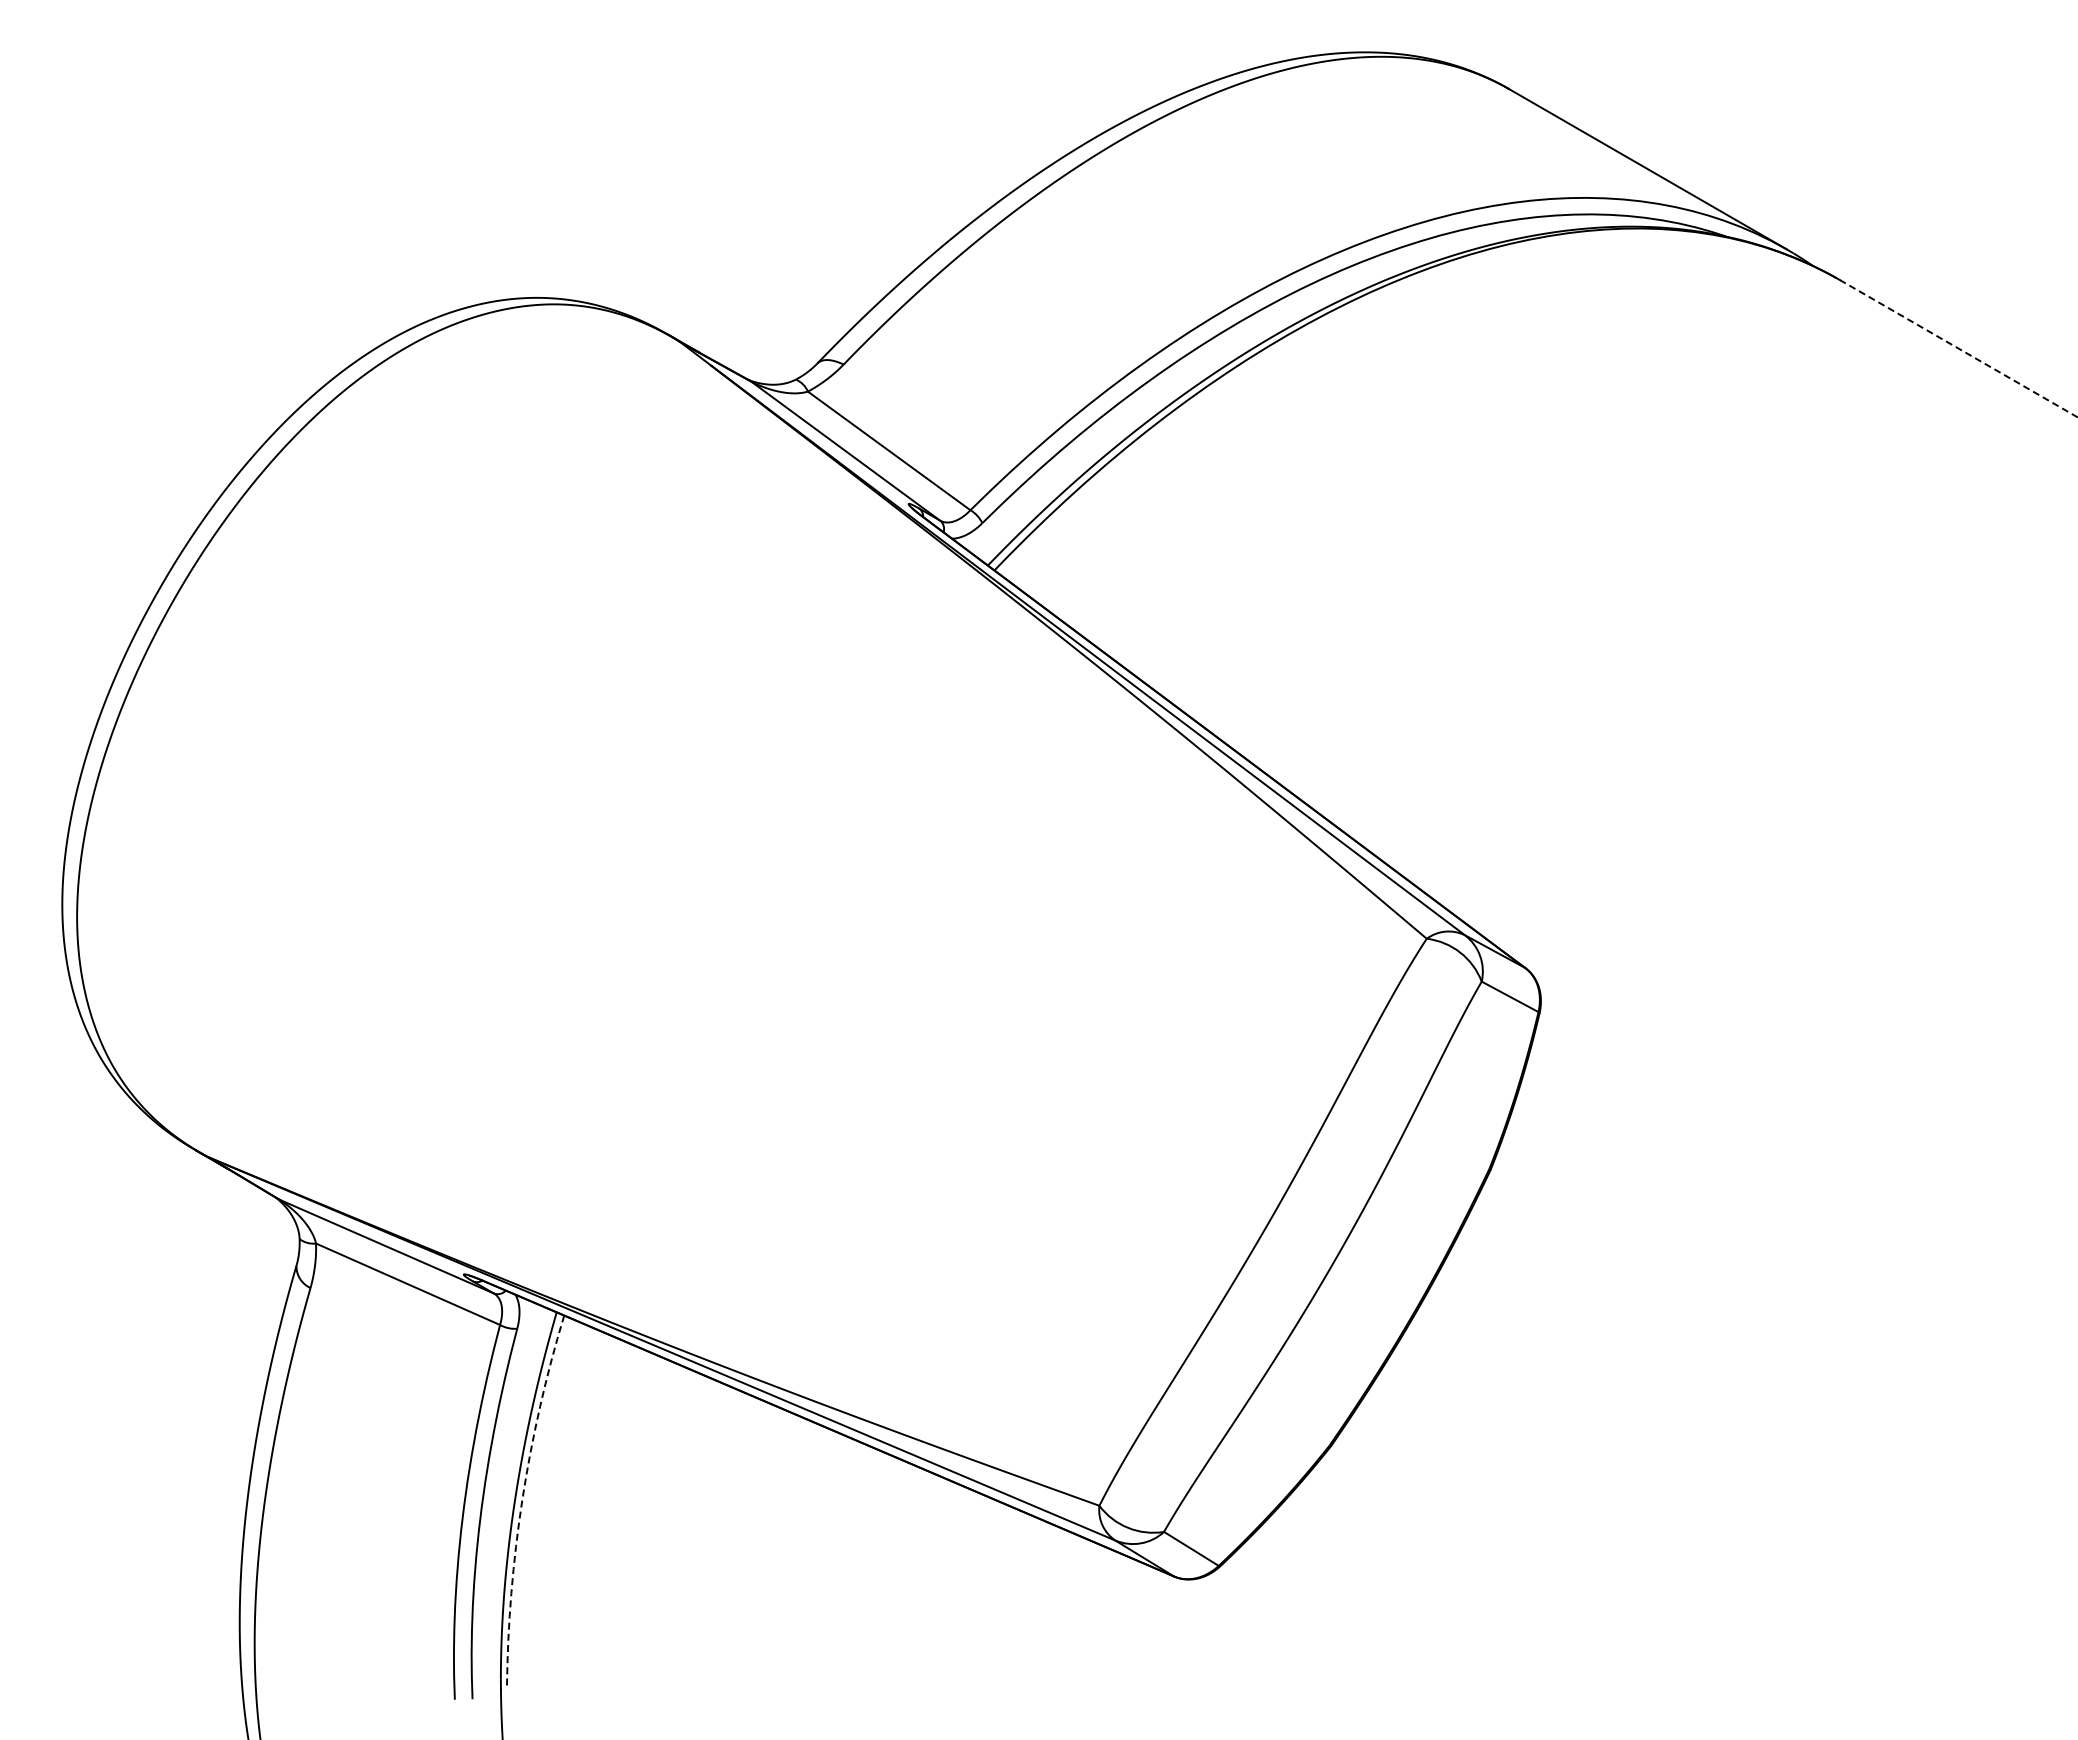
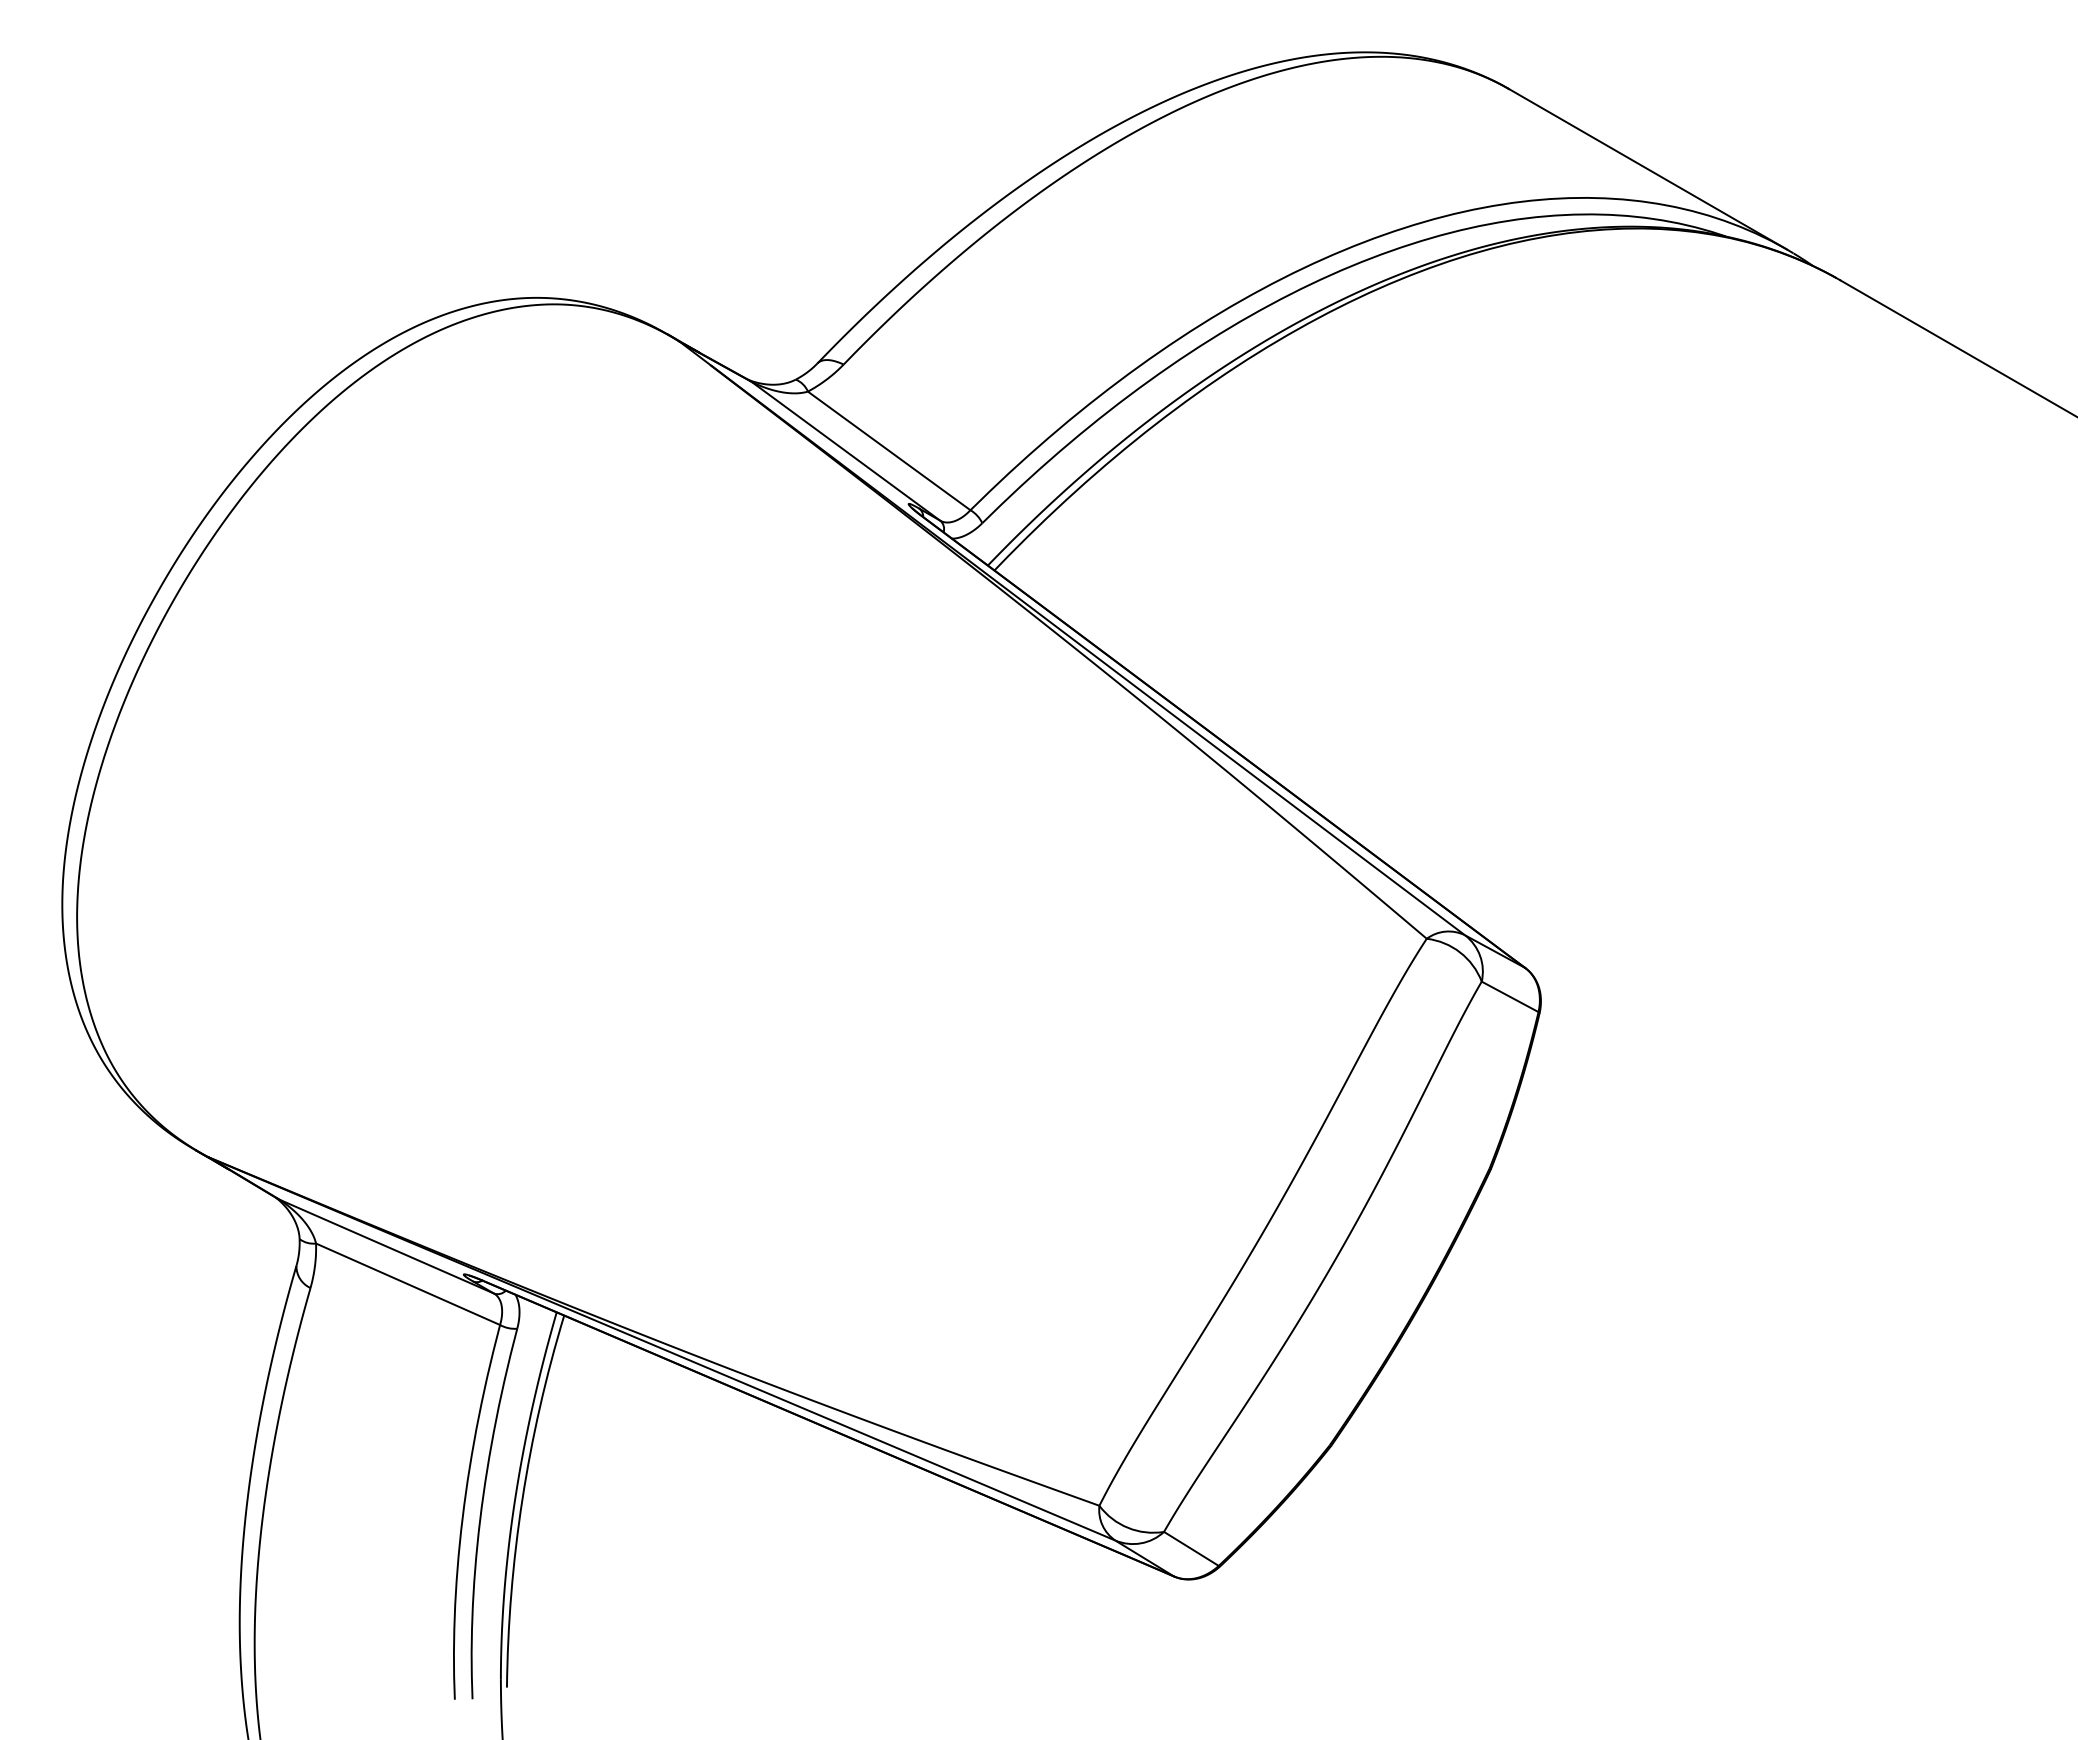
line at (1958, 348): dashed -> solid
arc at (522, 1499): dashed -> solid
